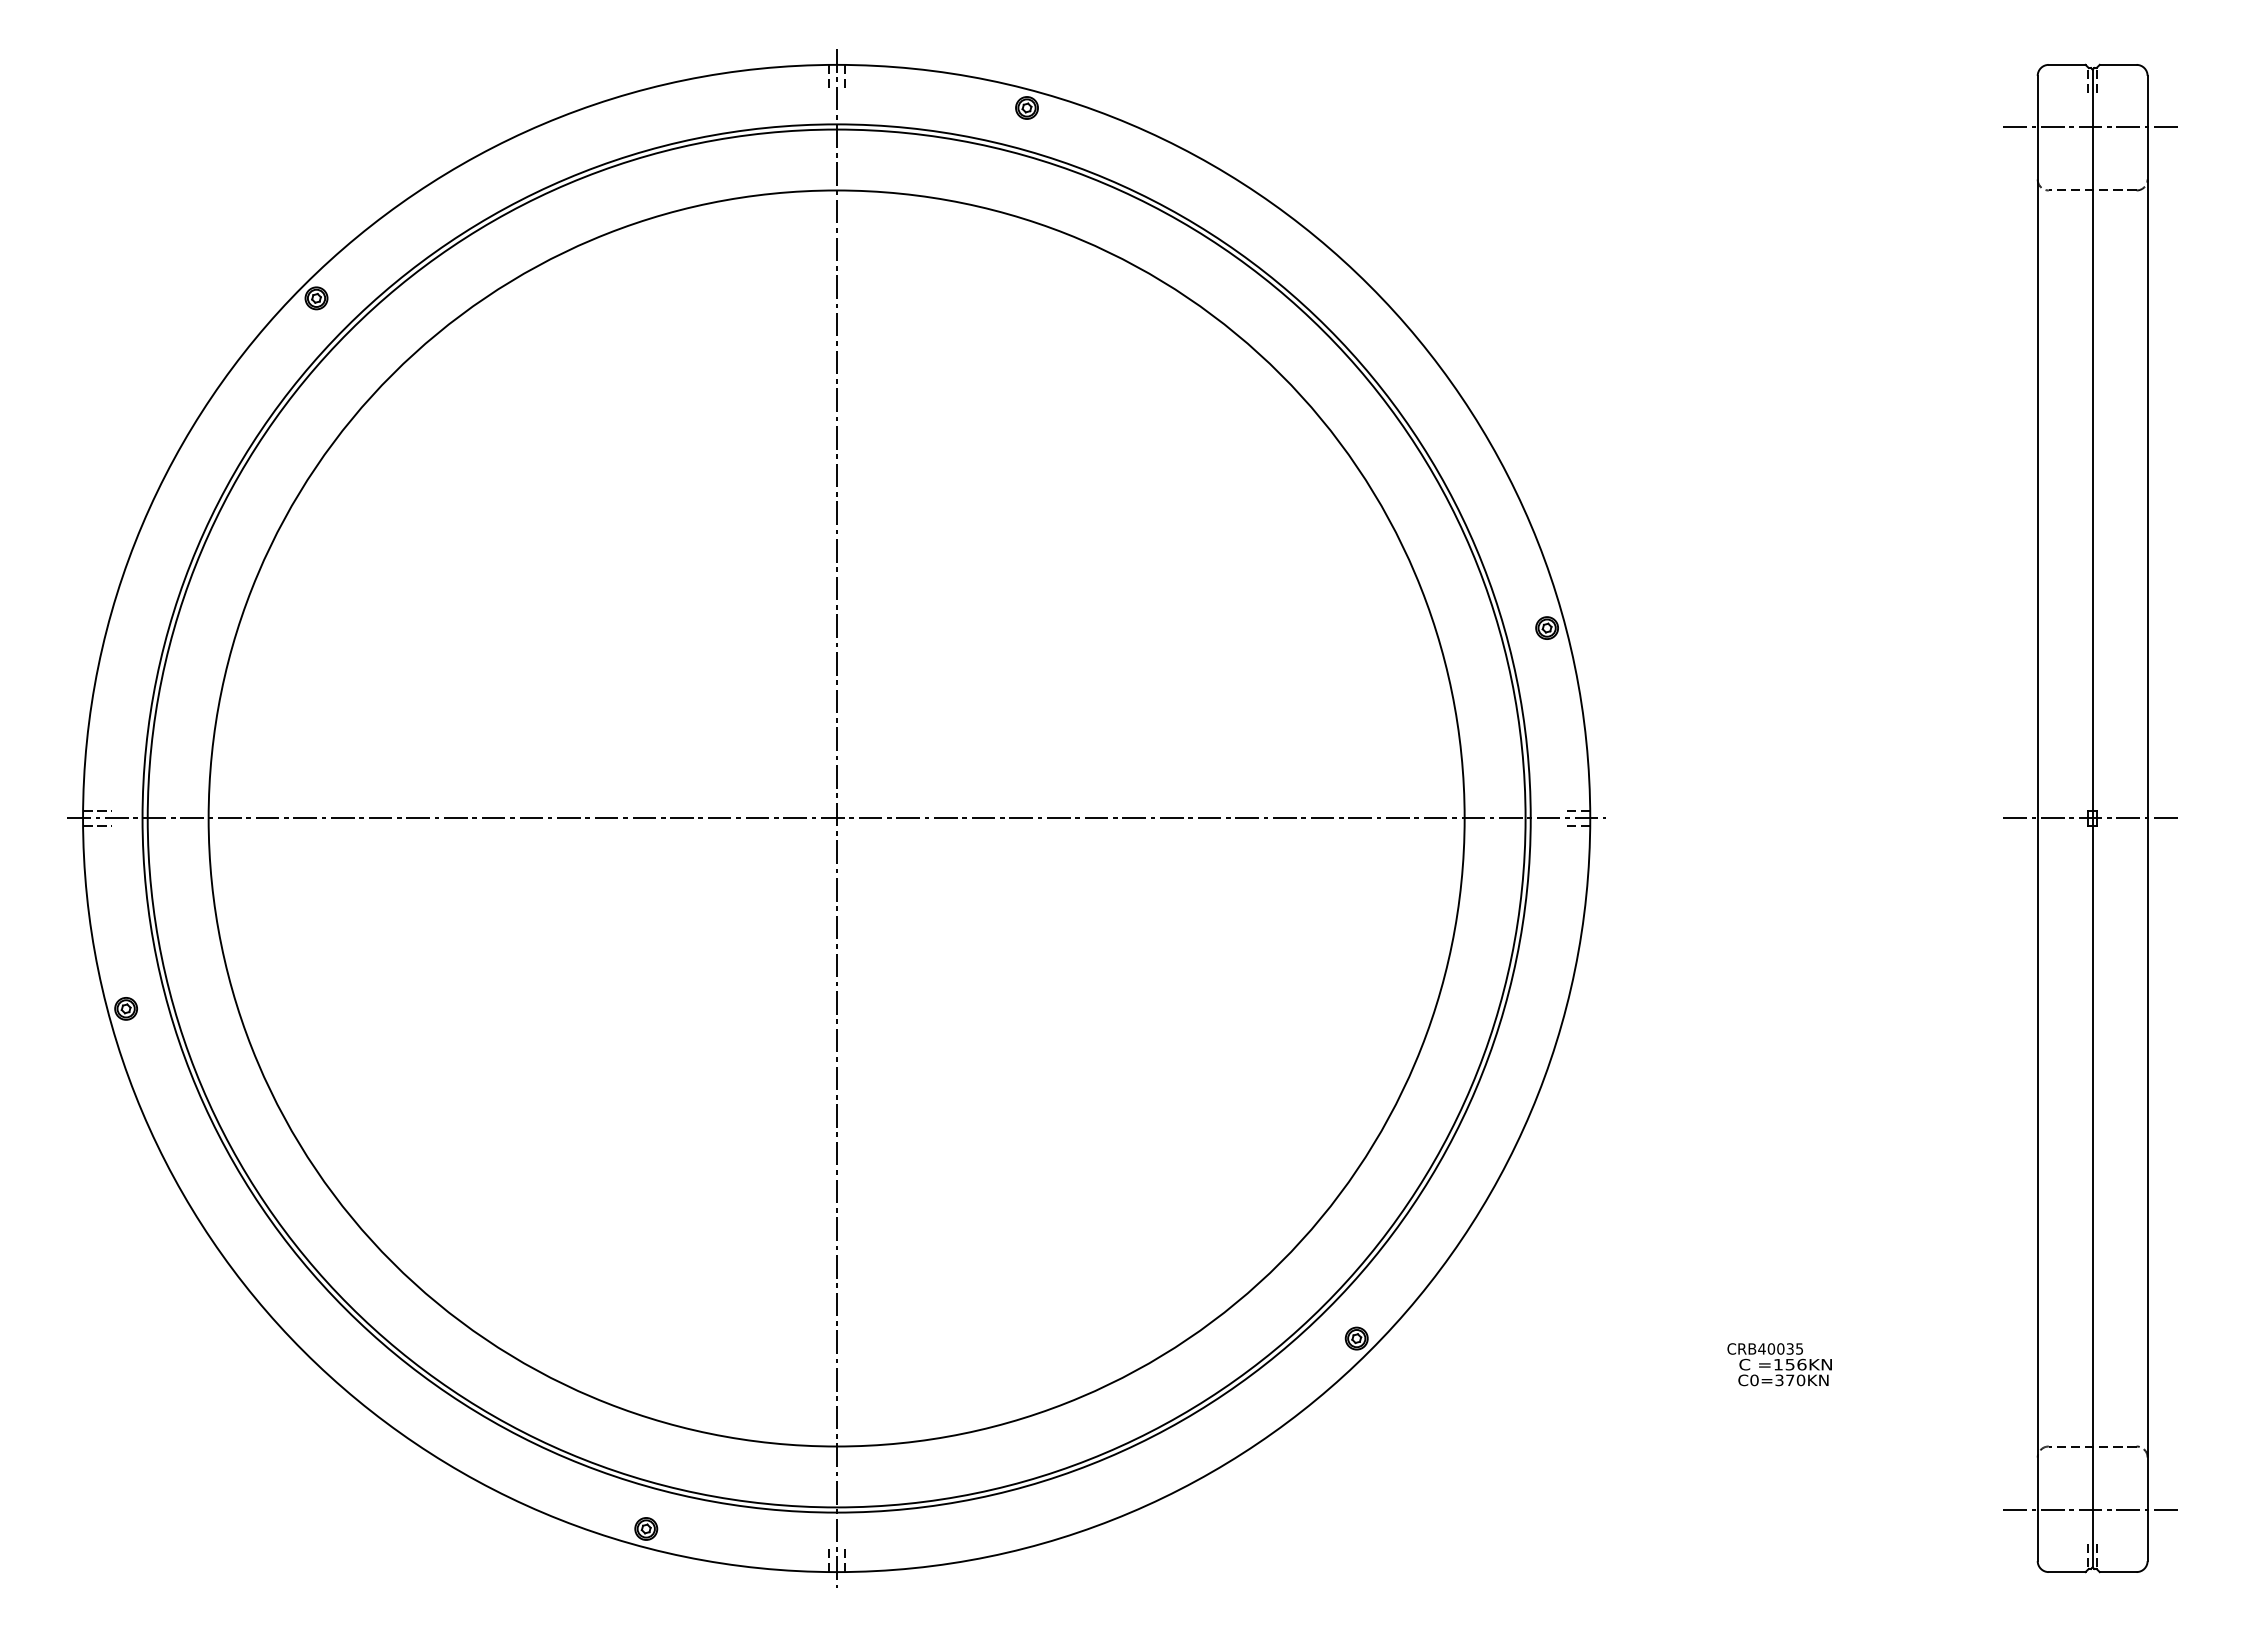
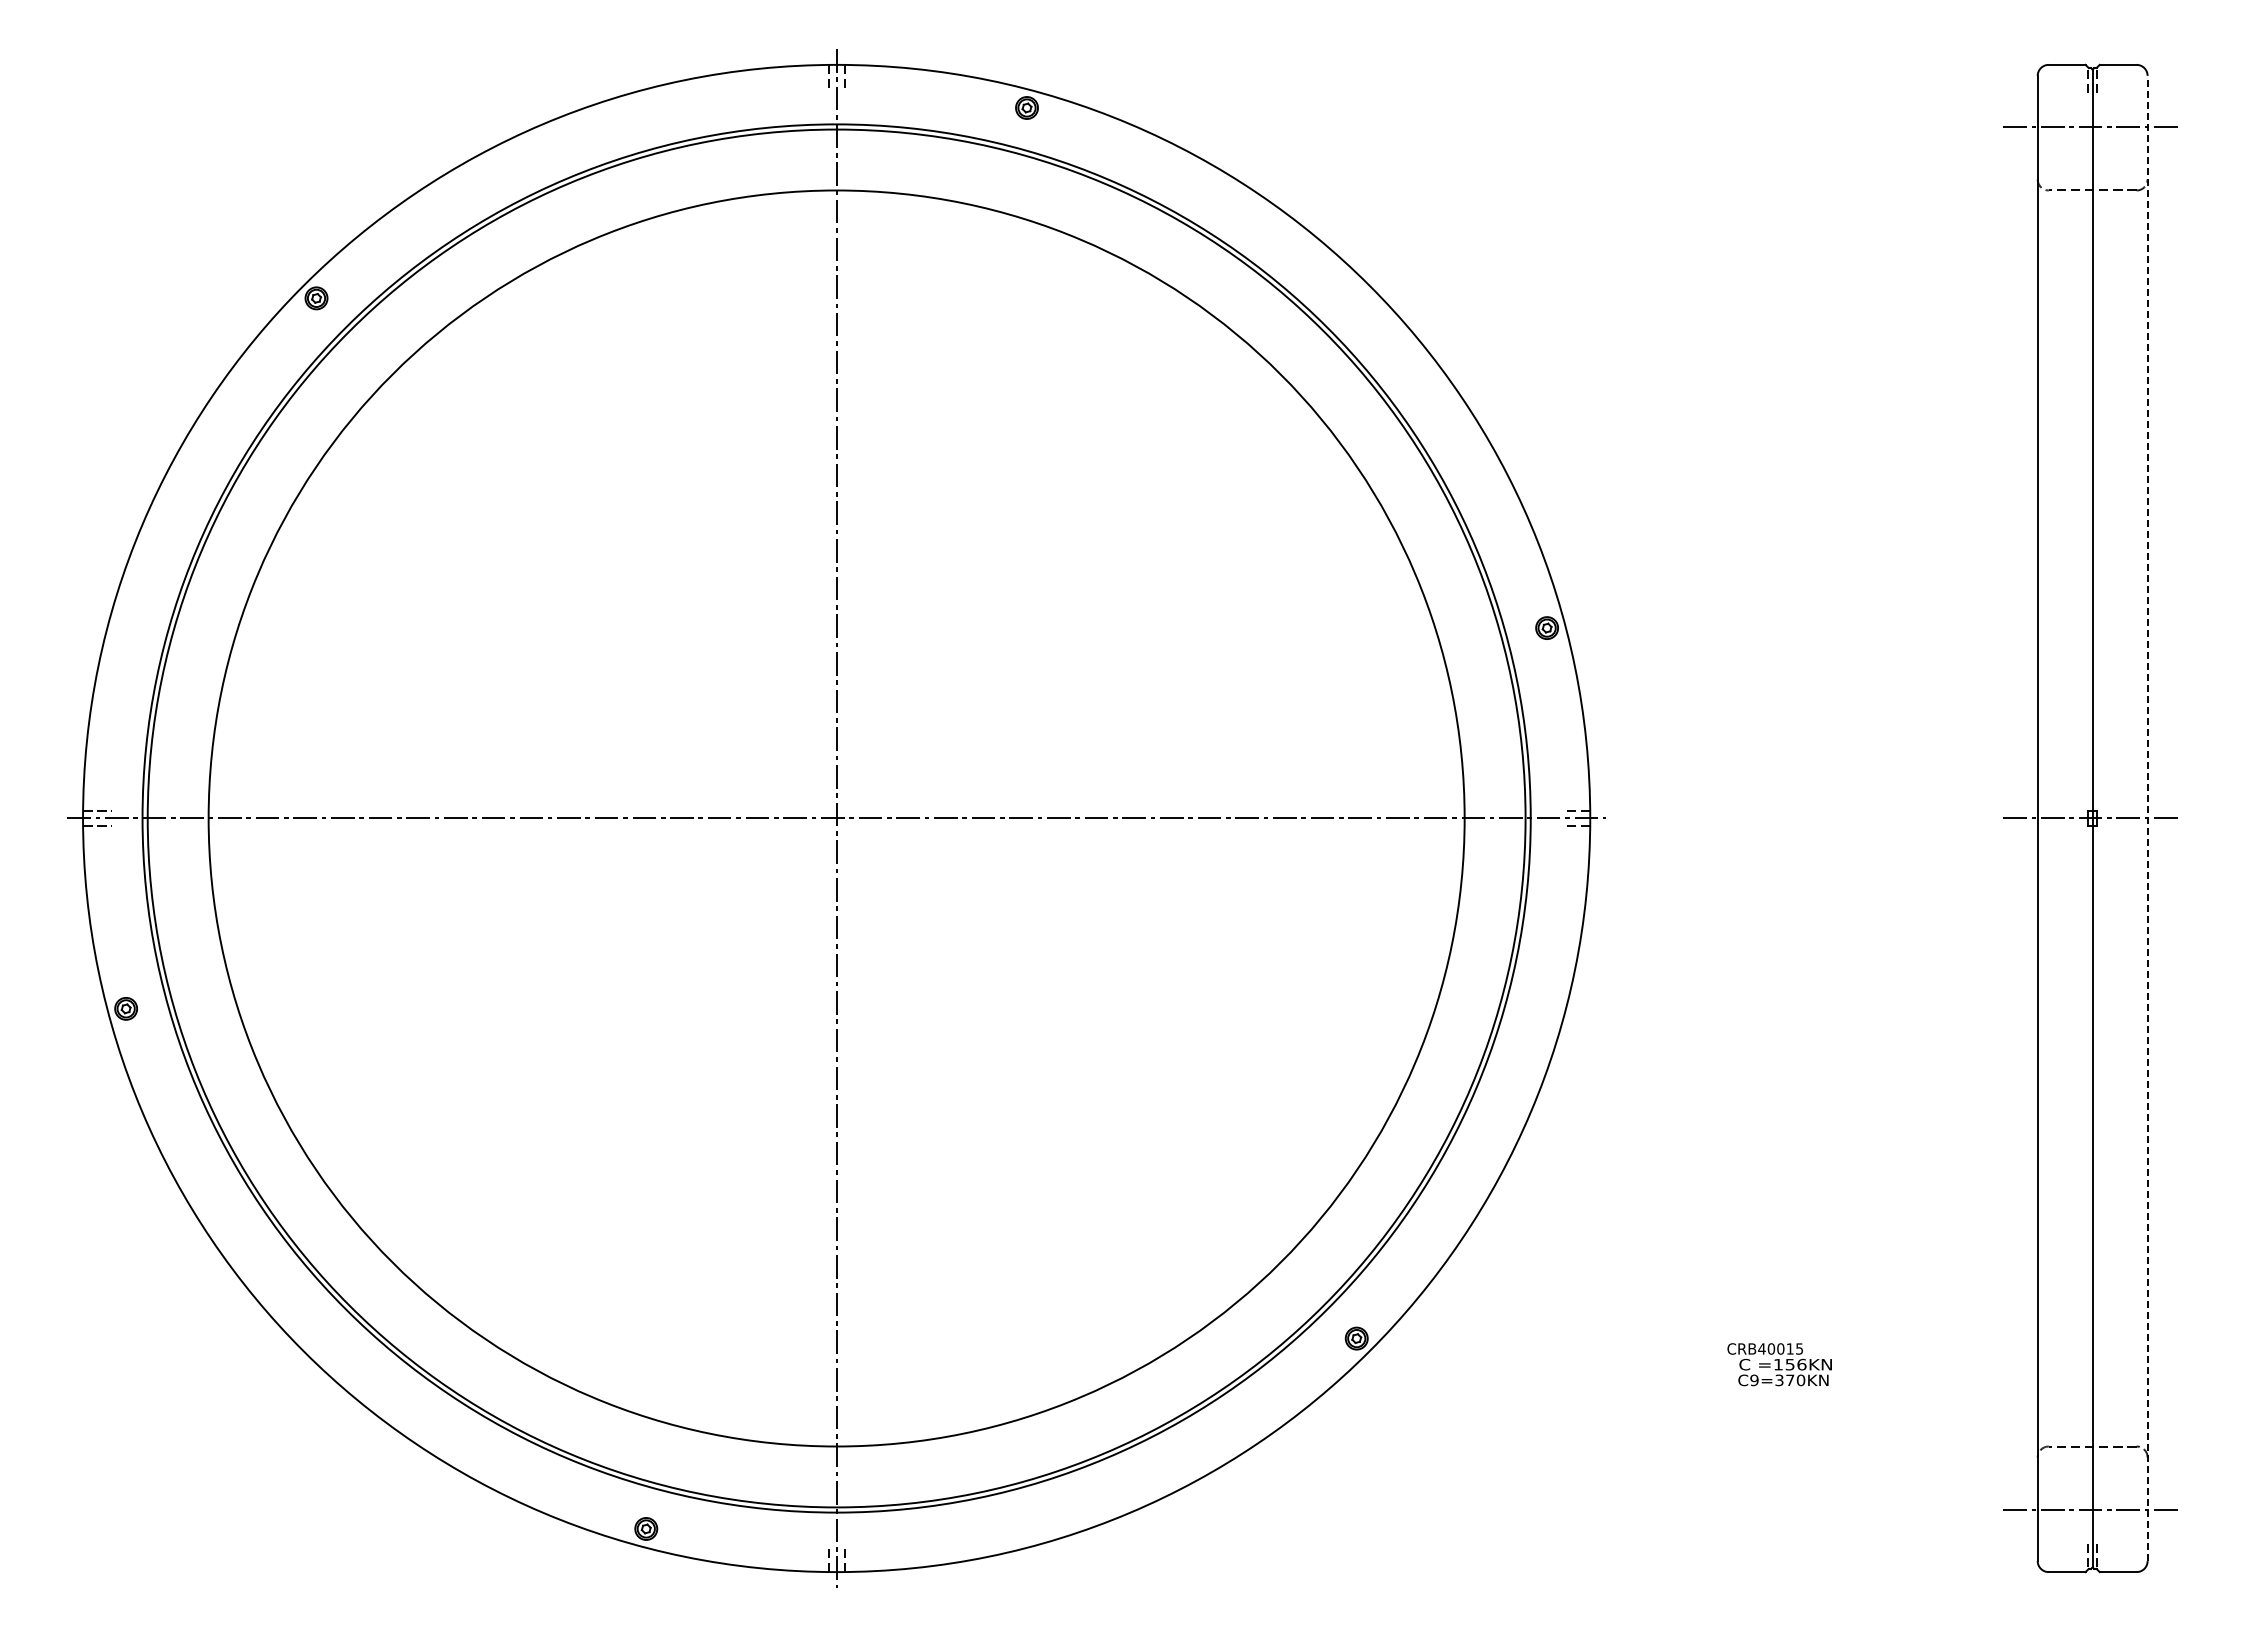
line at (2147, 818): solid -> dashed
text at (1789, 1348): CRB40035 -> CRB40015
text at (1754, 1380): C0=370KN -> C9=370KN
